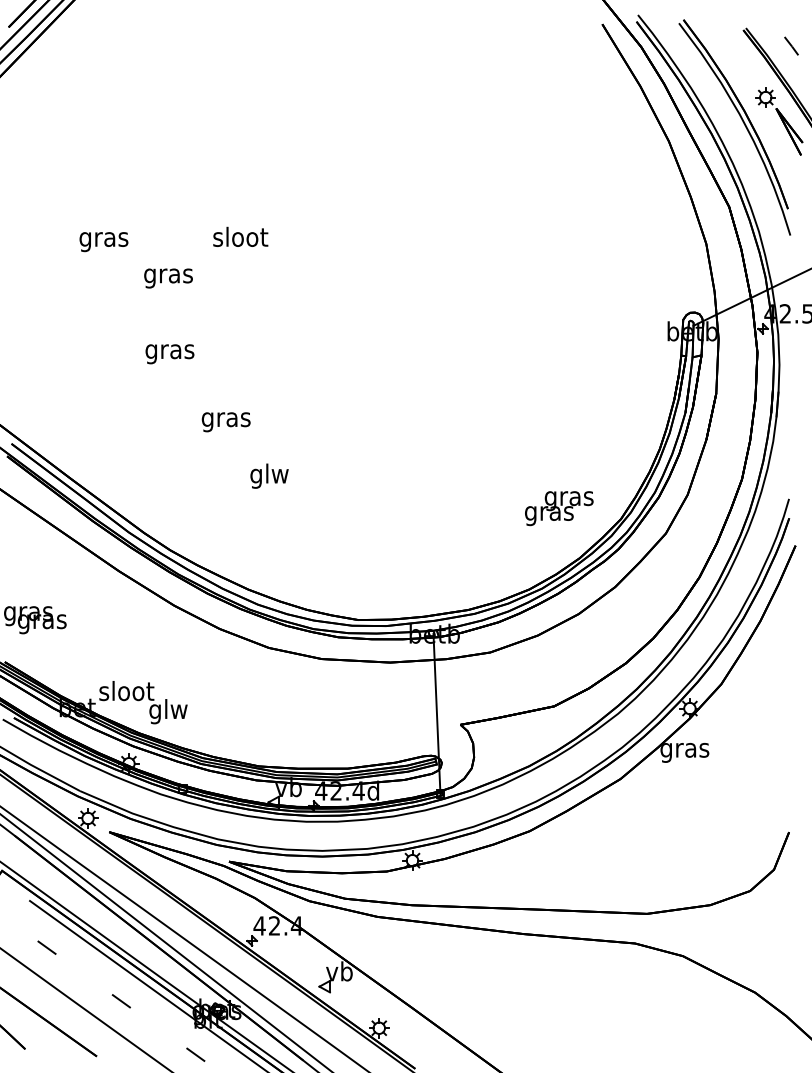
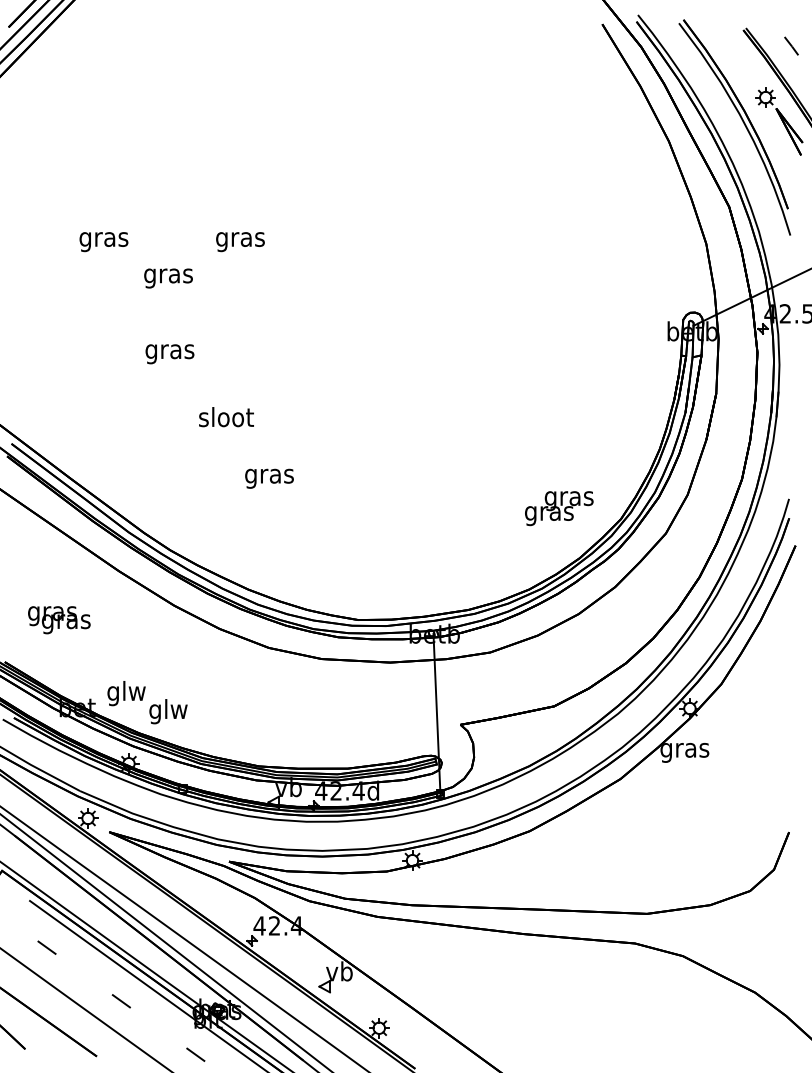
text at (240, 239): sloot -> gras
text at (226, 419): gras -> sloot
text at (269, 475): glw -> gras
text at (35, 620) position: (35, 620) -> (59, 620)
text at (126, 693): sloot -> glw
